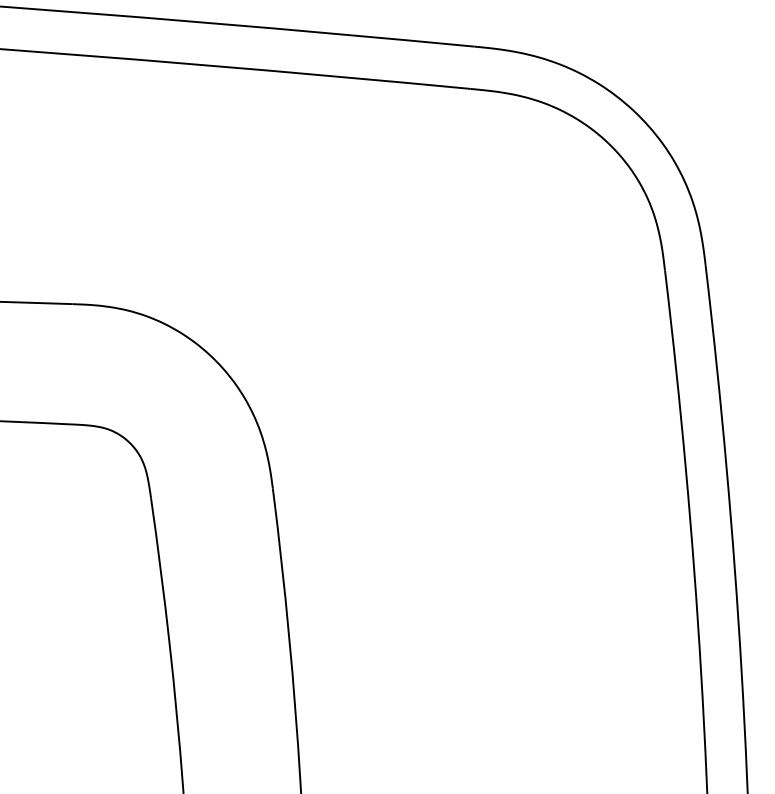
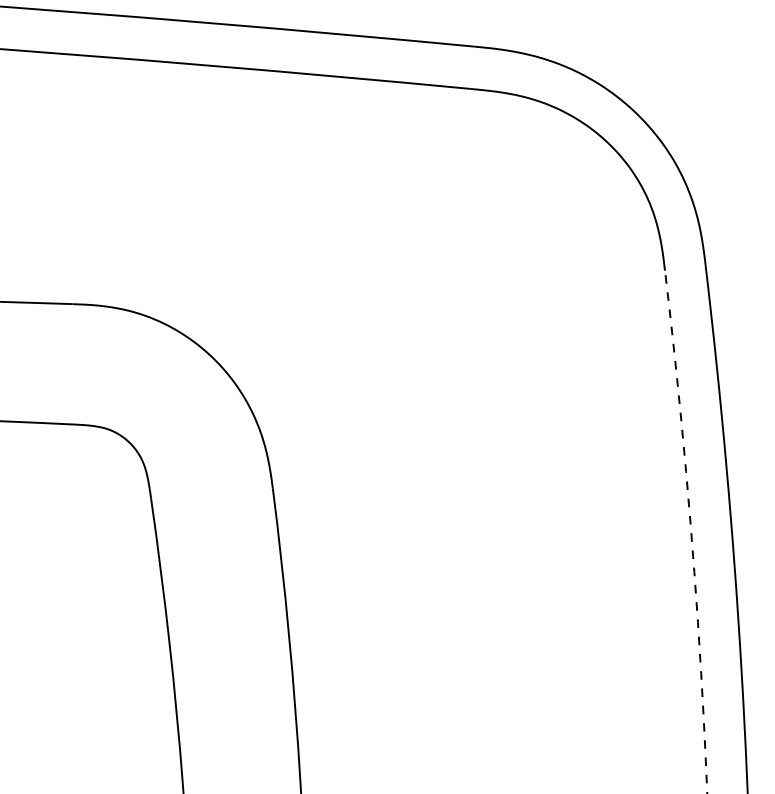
arc at (691, 531): solid -> dashed
